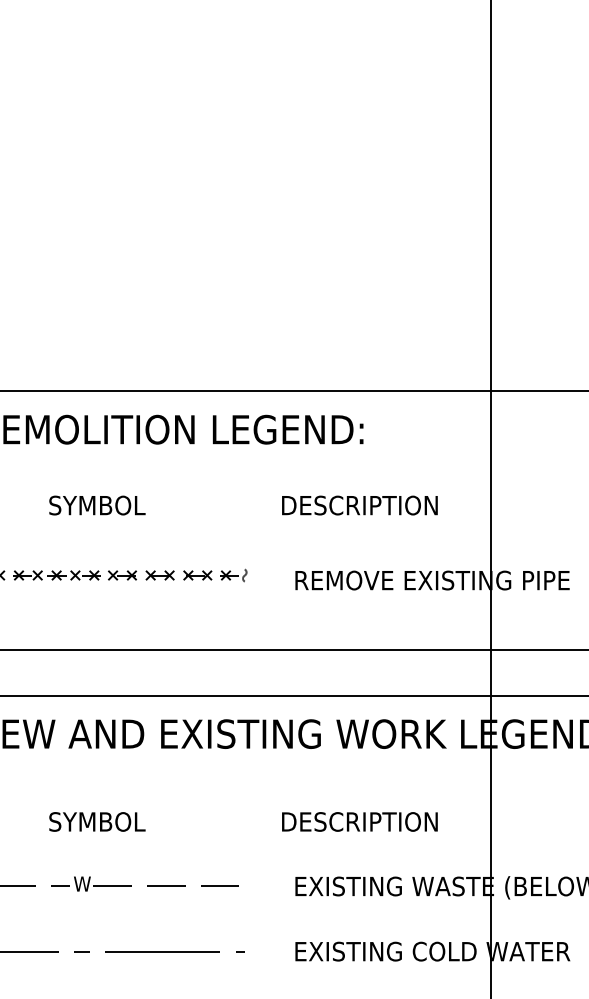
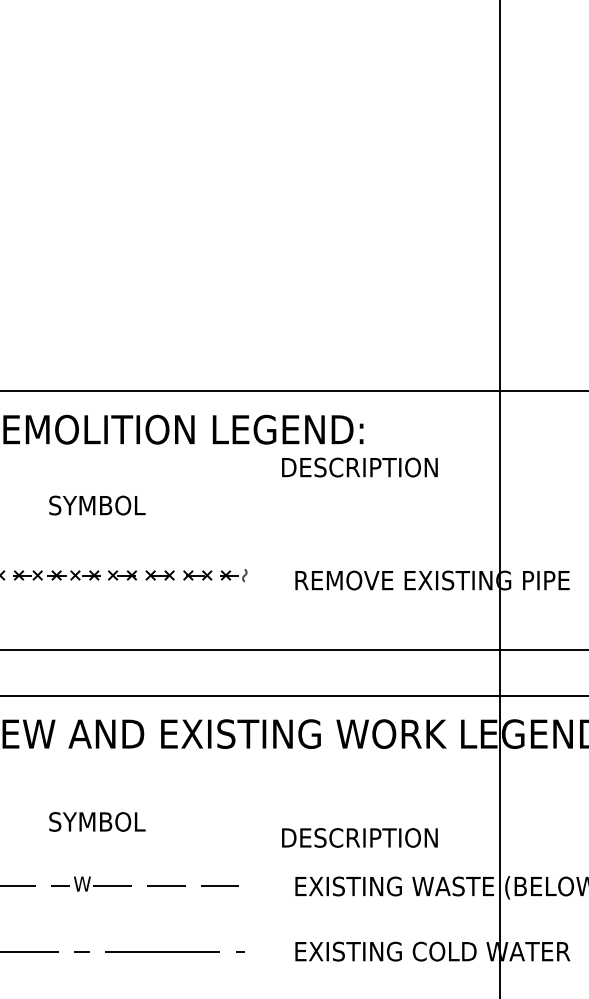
line at (490, 498) position: (490, 498) -> (499, 498)
text at (359, 505) position: (359, 505) -> (359, 467)
text at (359, 821) position: (359, 821) -> (359, 837)
